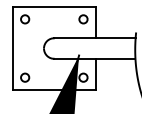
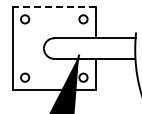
line at (53, 7): solid -> dashed
